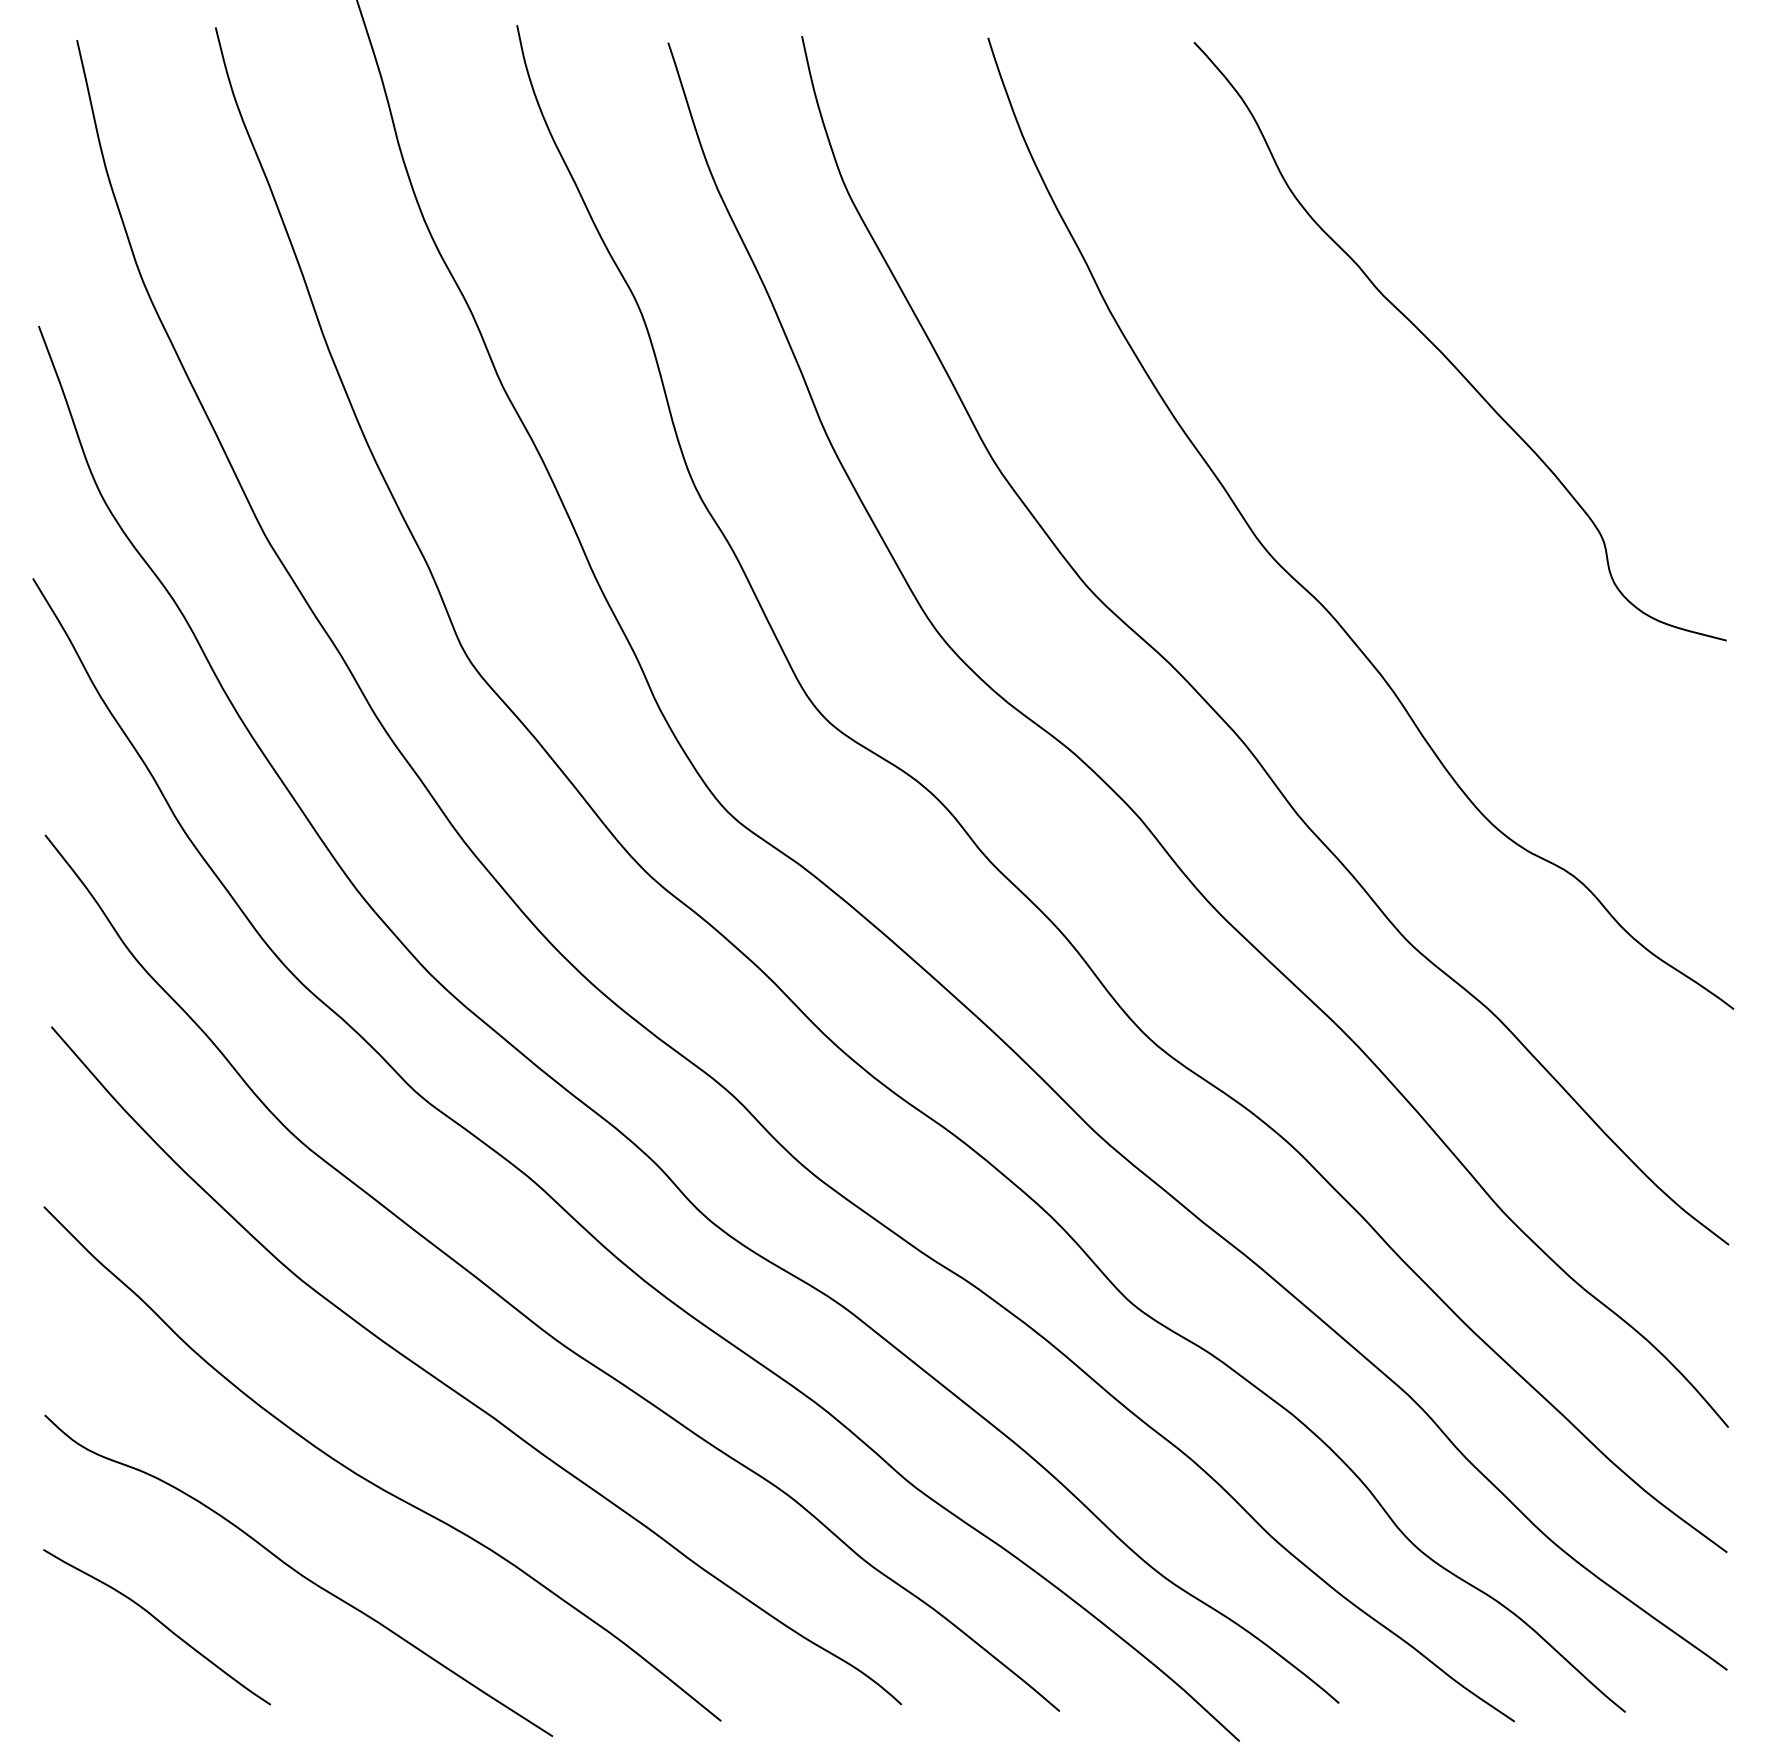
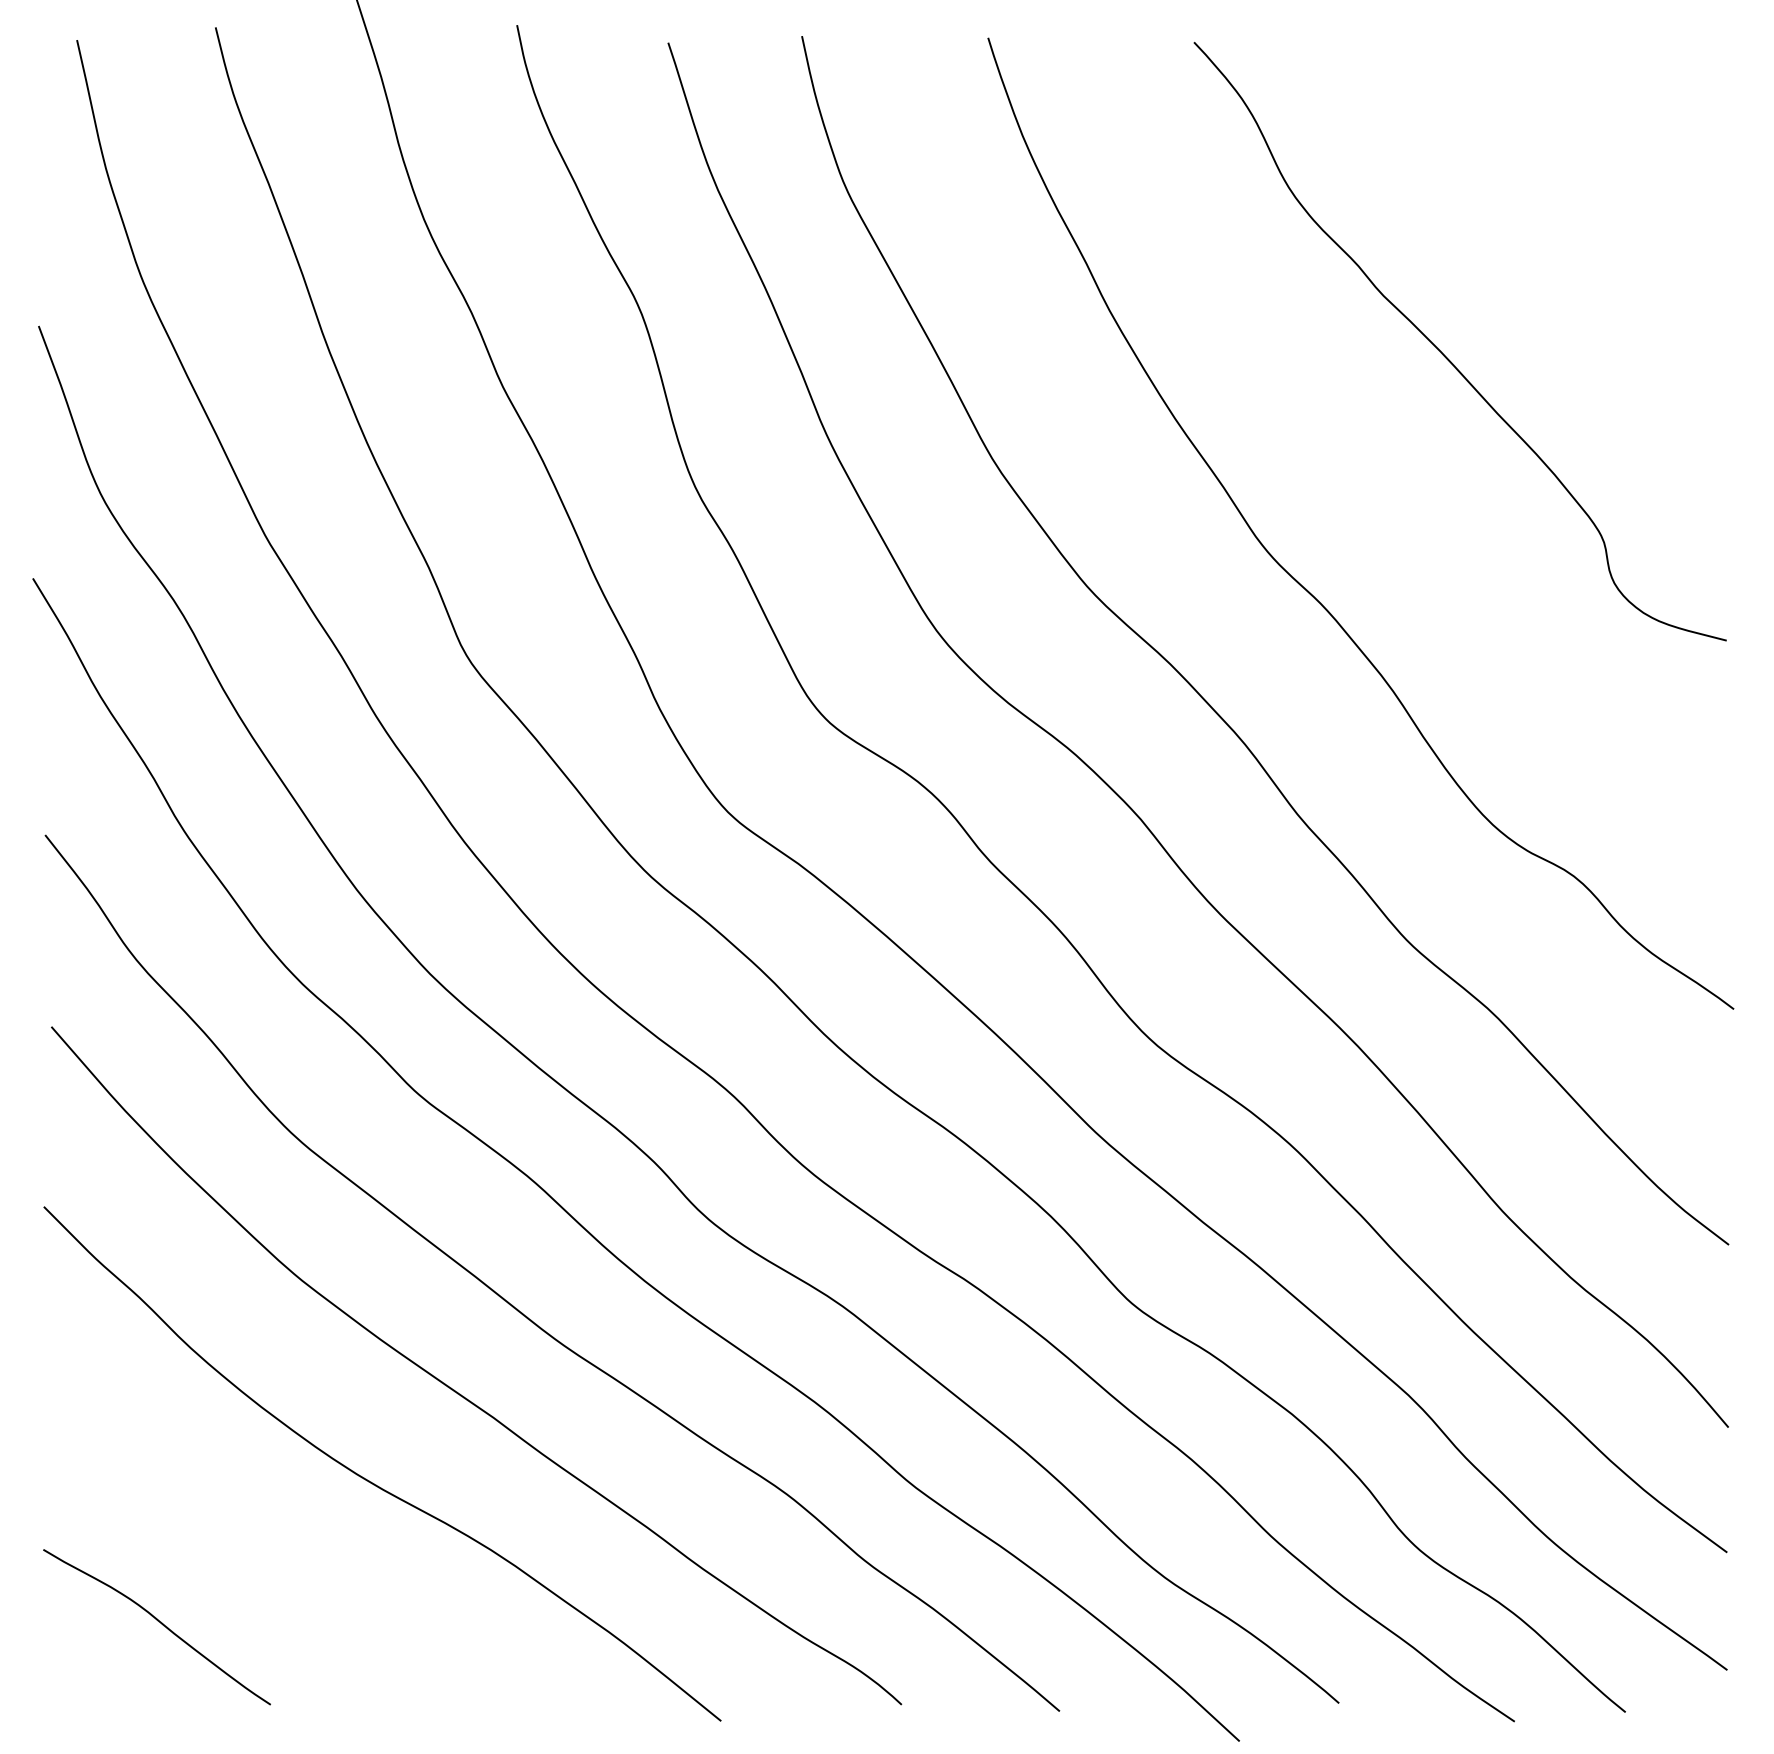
curve at (298, 1574): present -> none
